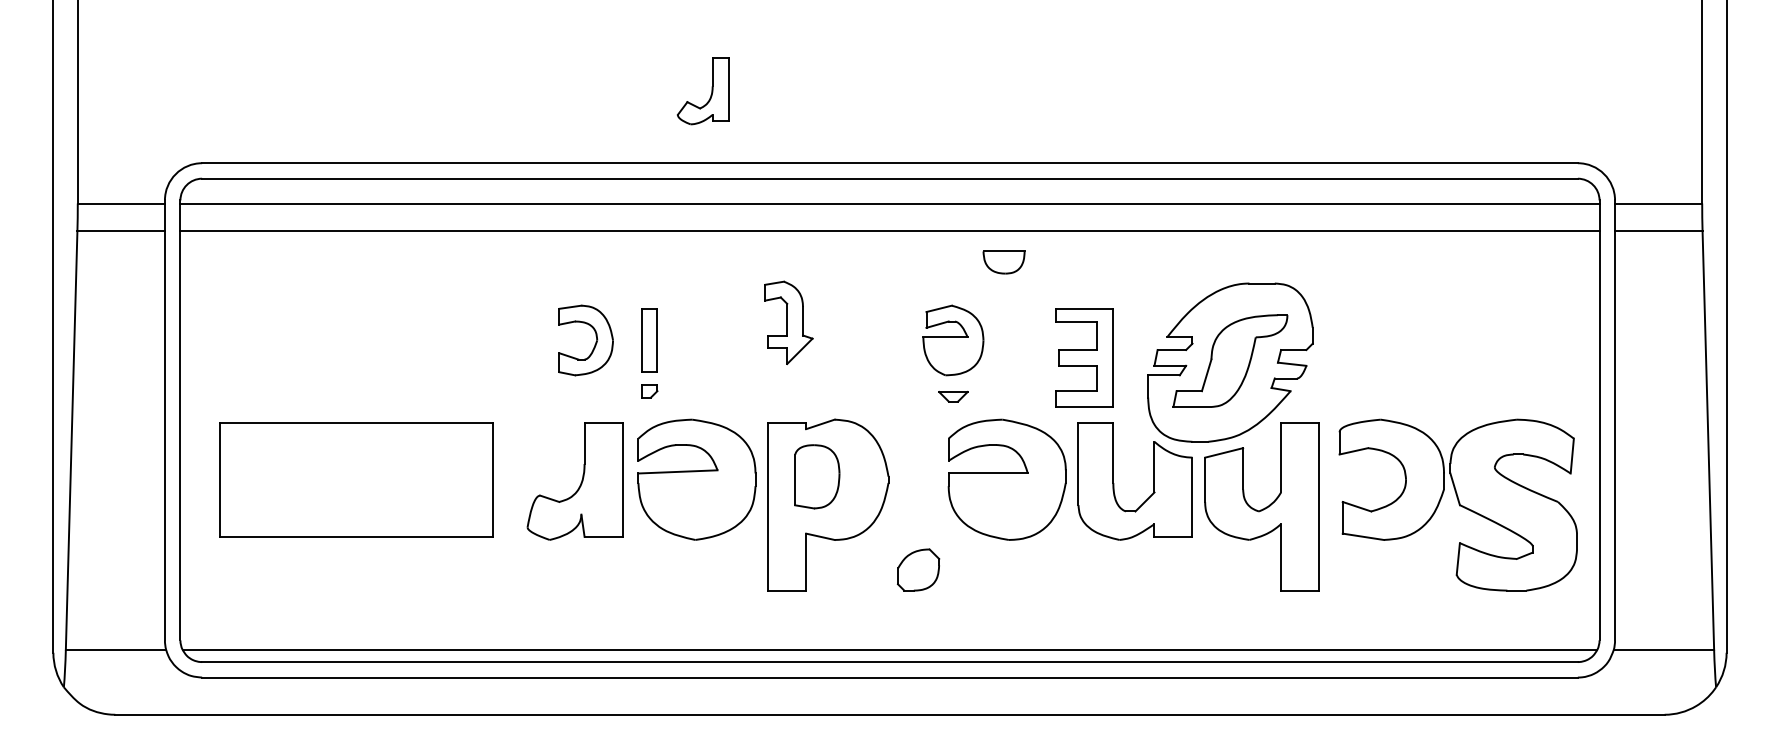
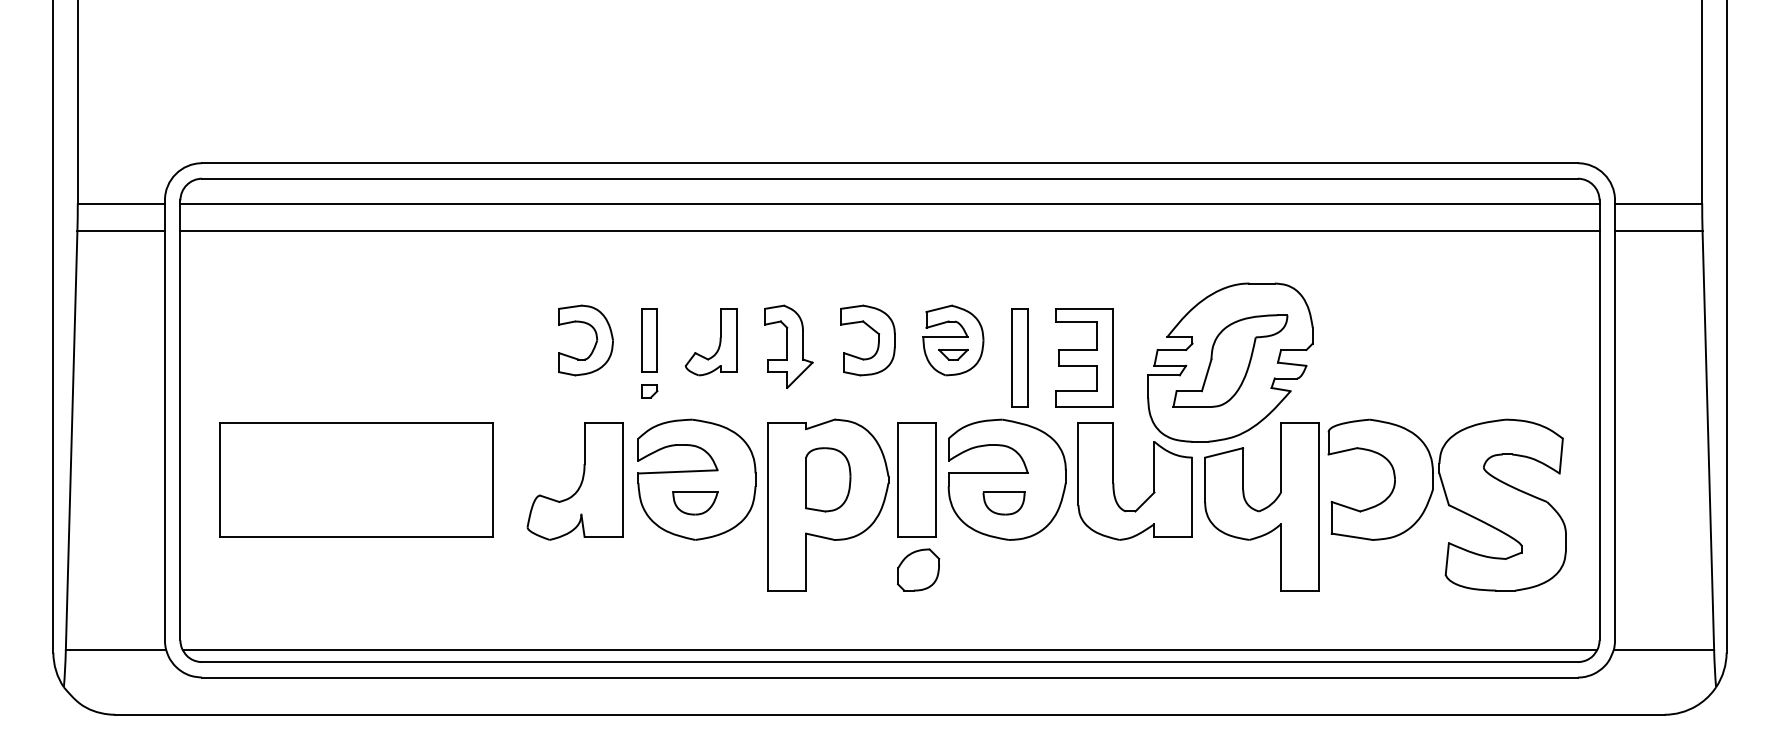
part at (710, 94) position: (710, 94) -> (718, 345)
part at (1003, 262) position: (1003, 262) -> (1003, 503)
part at (788, 322) position: (788, 322) -> (788, 346)
part at (877, 344): none -> present
part at (1019, 357): none -> present
part at (953, 396) position: (953, 396) -> (953, 354)
part at (817, 476) position: (817, 476) -> (828, 479)
part at (916, 479): none -> present
part at (695, 503): none -> present
part at (1457, 504) position: (1457, 504) -> (1446, 504)
